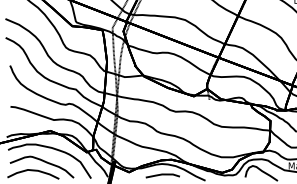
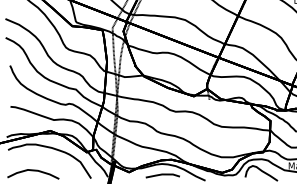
curve at (41, 161): present -> none
